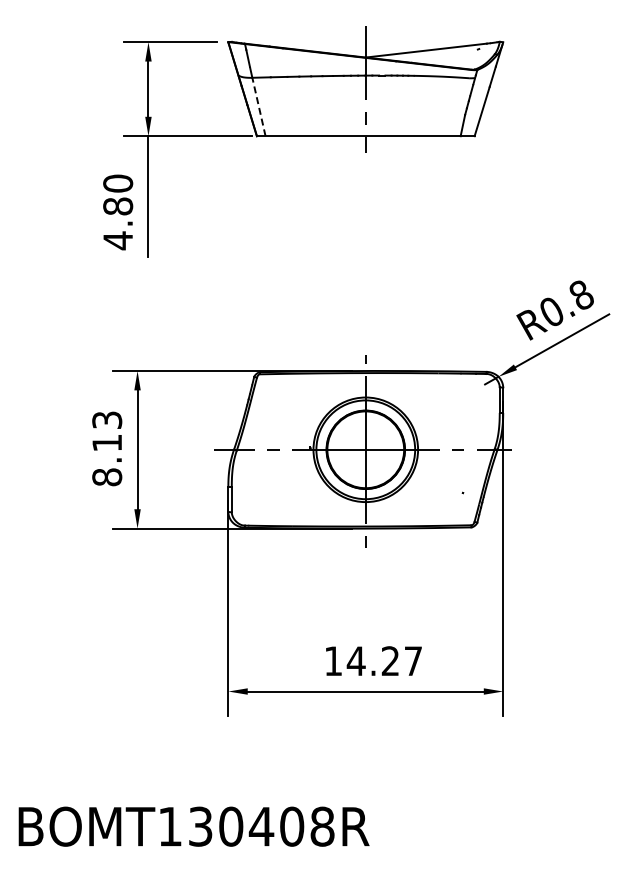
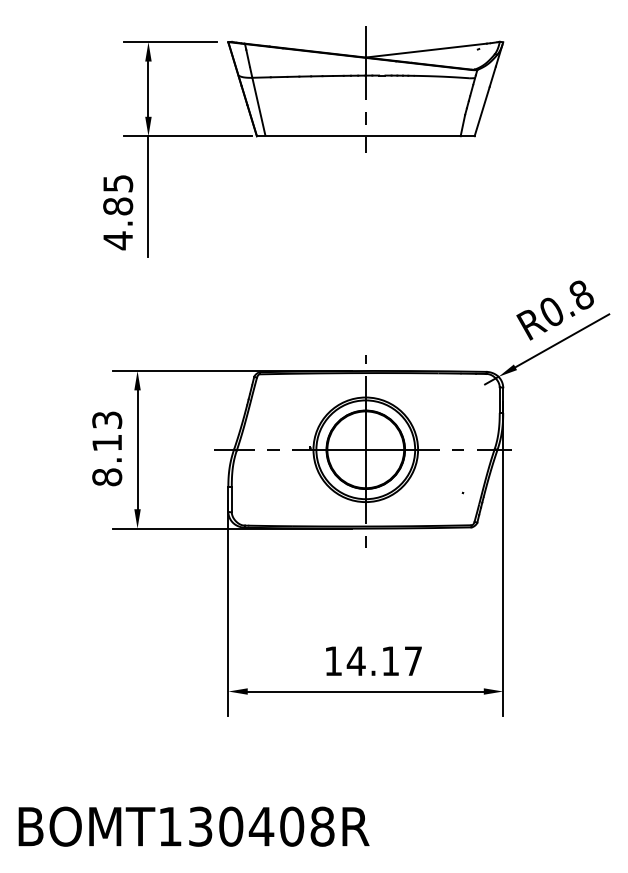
line at (259, 107): dashed -> solid
text at (118, 183): 4.80 -> 4.85
text at (389, 660): 14.27 -> 14.17
